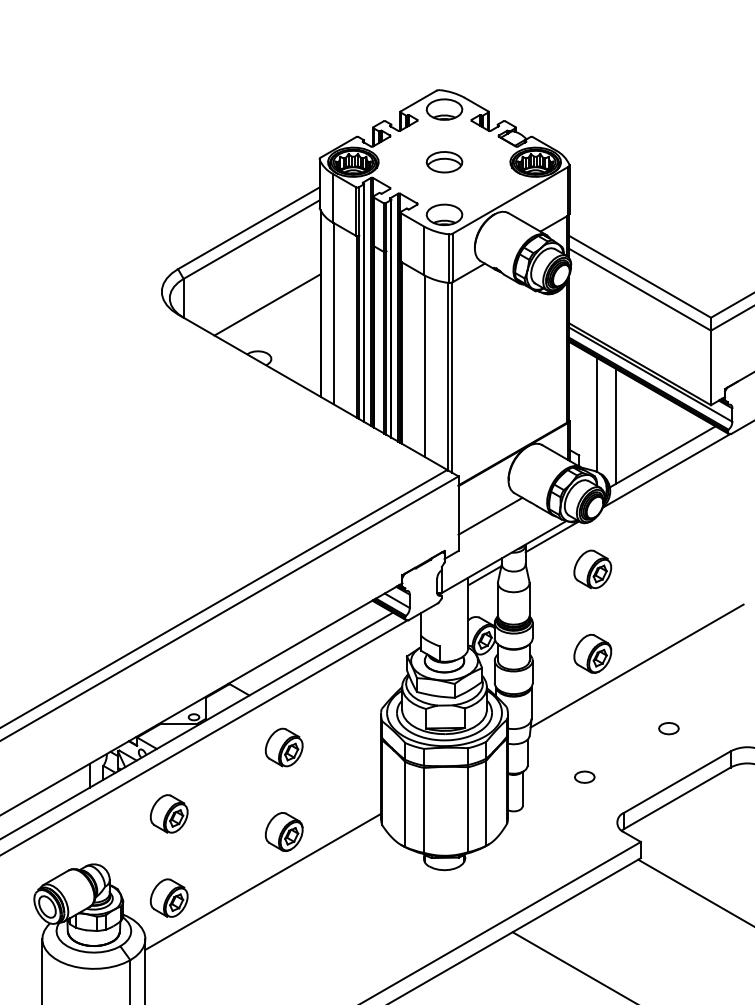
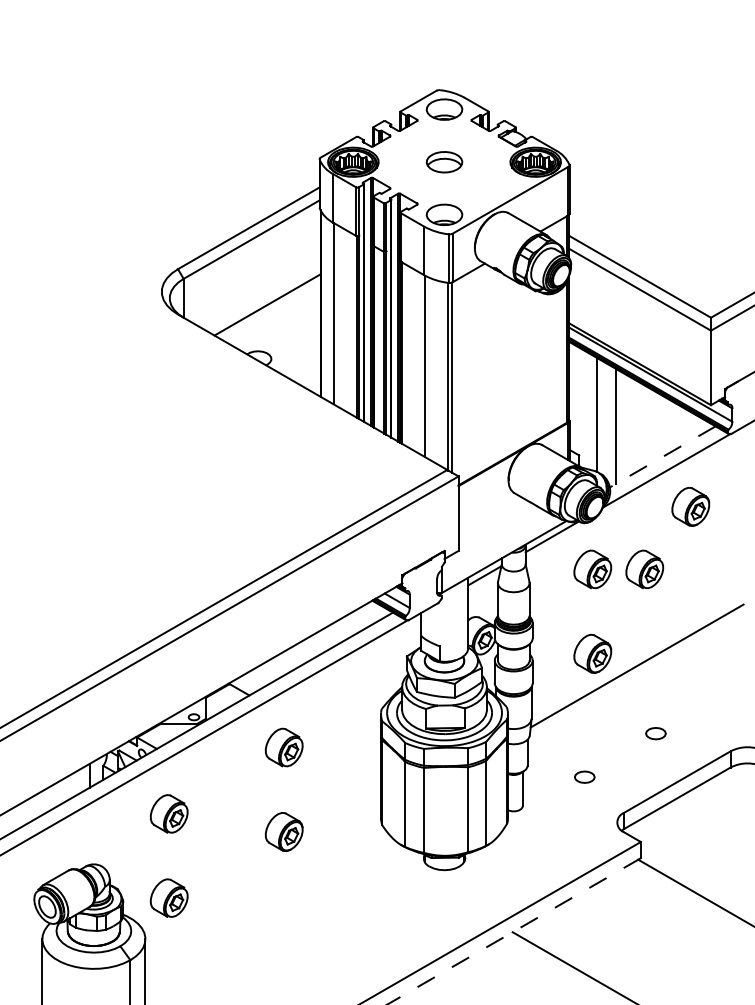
line at (662, 456): solid -> dashed
part at (690, 506): none -> present
line at (490, 515): present -> none
part at (644, 569): none -> present
part at (668, 728) position: (668, 728) -> (655, 733)
line at (263, 881): present -> none
line at (513, 931): solid -> dashed
